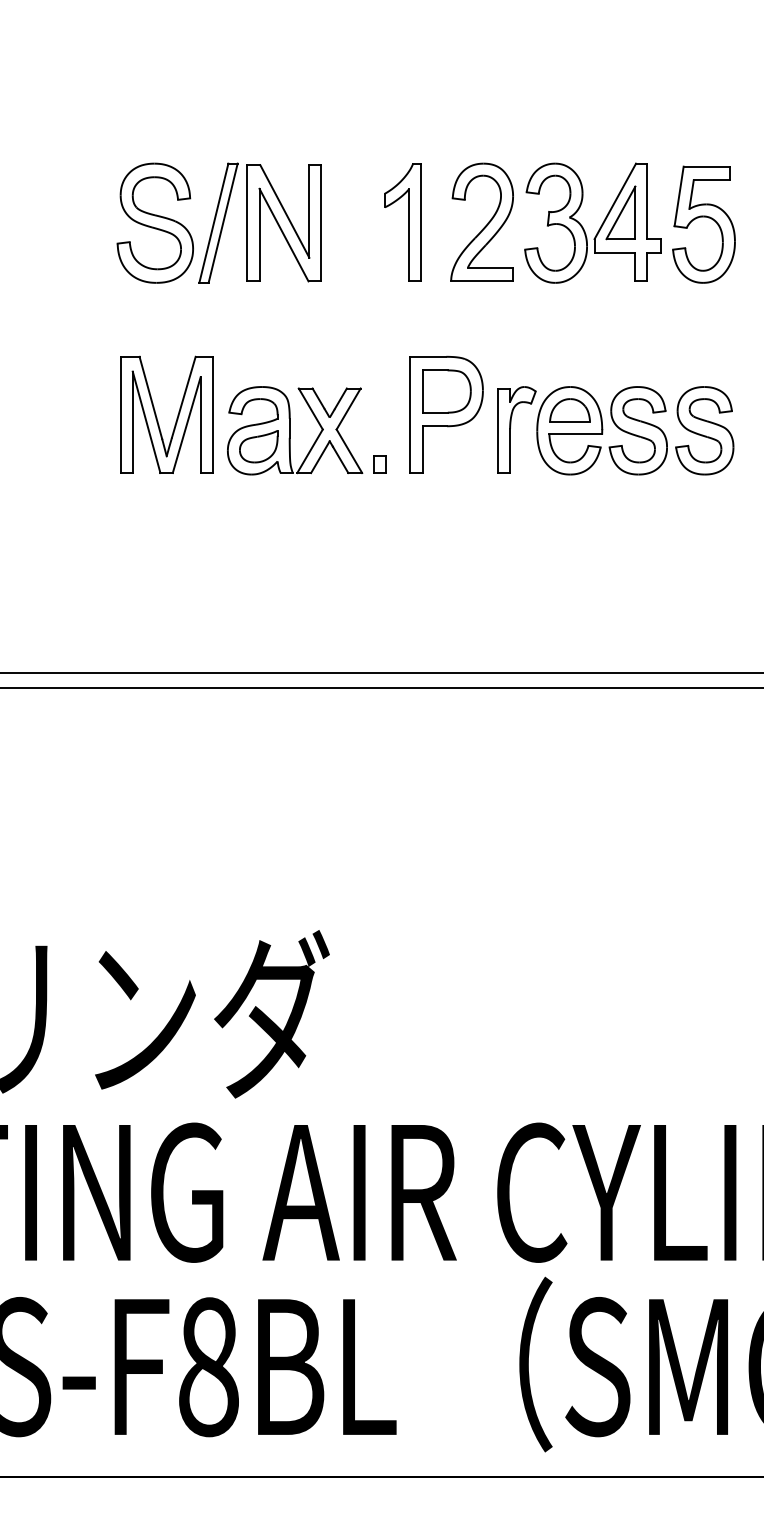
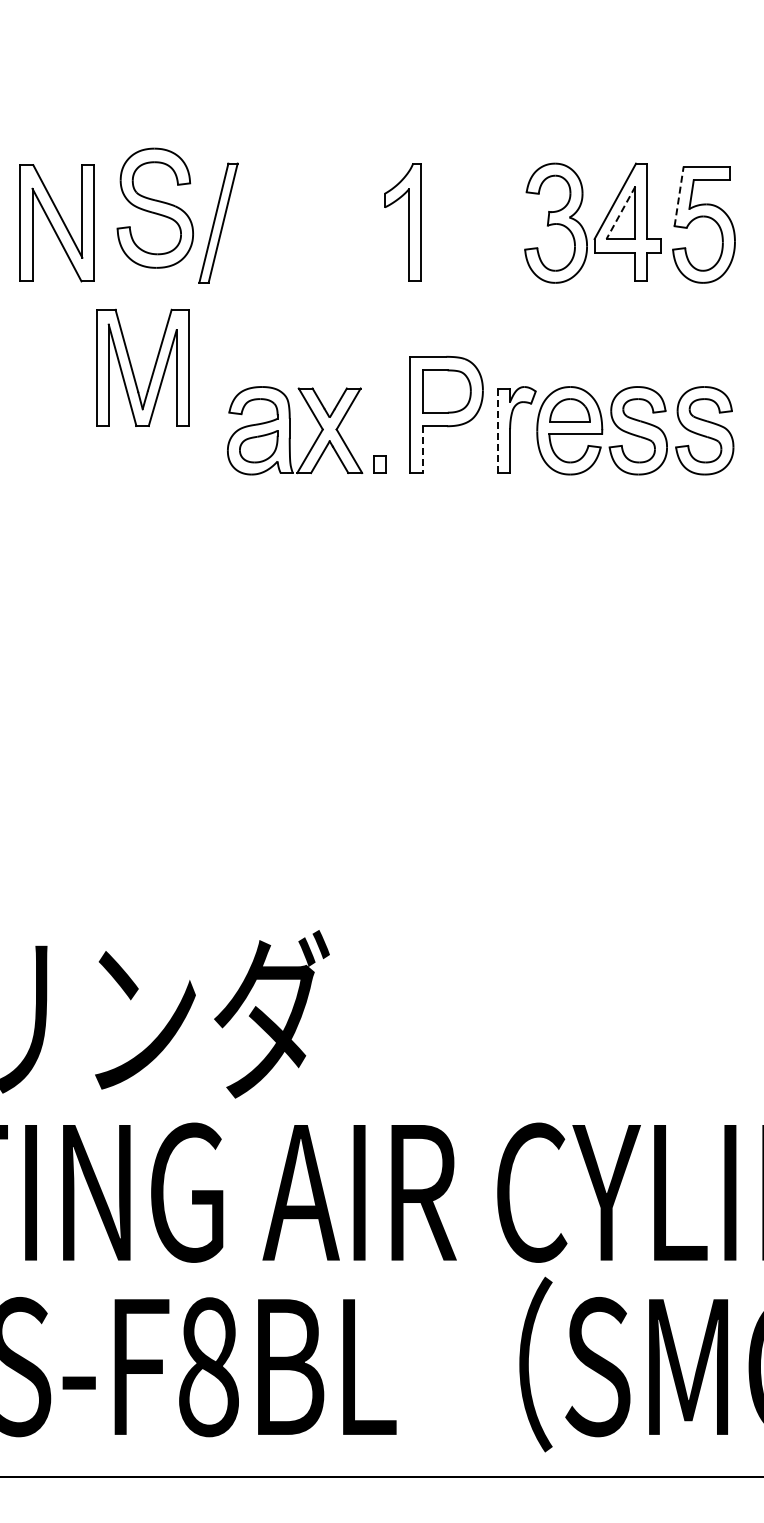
line at (679, 195): solid -> dashed
line at (620, 212): solid -> dashed
part at (481, 221): present -> none
part at (154, 222) position: (154, 222) -> (154, 207)
part at (283, 223) position: (283, 223) -> (56, 223)
part at (157, 417) position: (157, 417) -> (133, 370)
line at (498, 430): solid -> dashed
line at (422, 450): solid -> dashed
line at (381, 672): present -> none
line at (381, 688): present -> none
